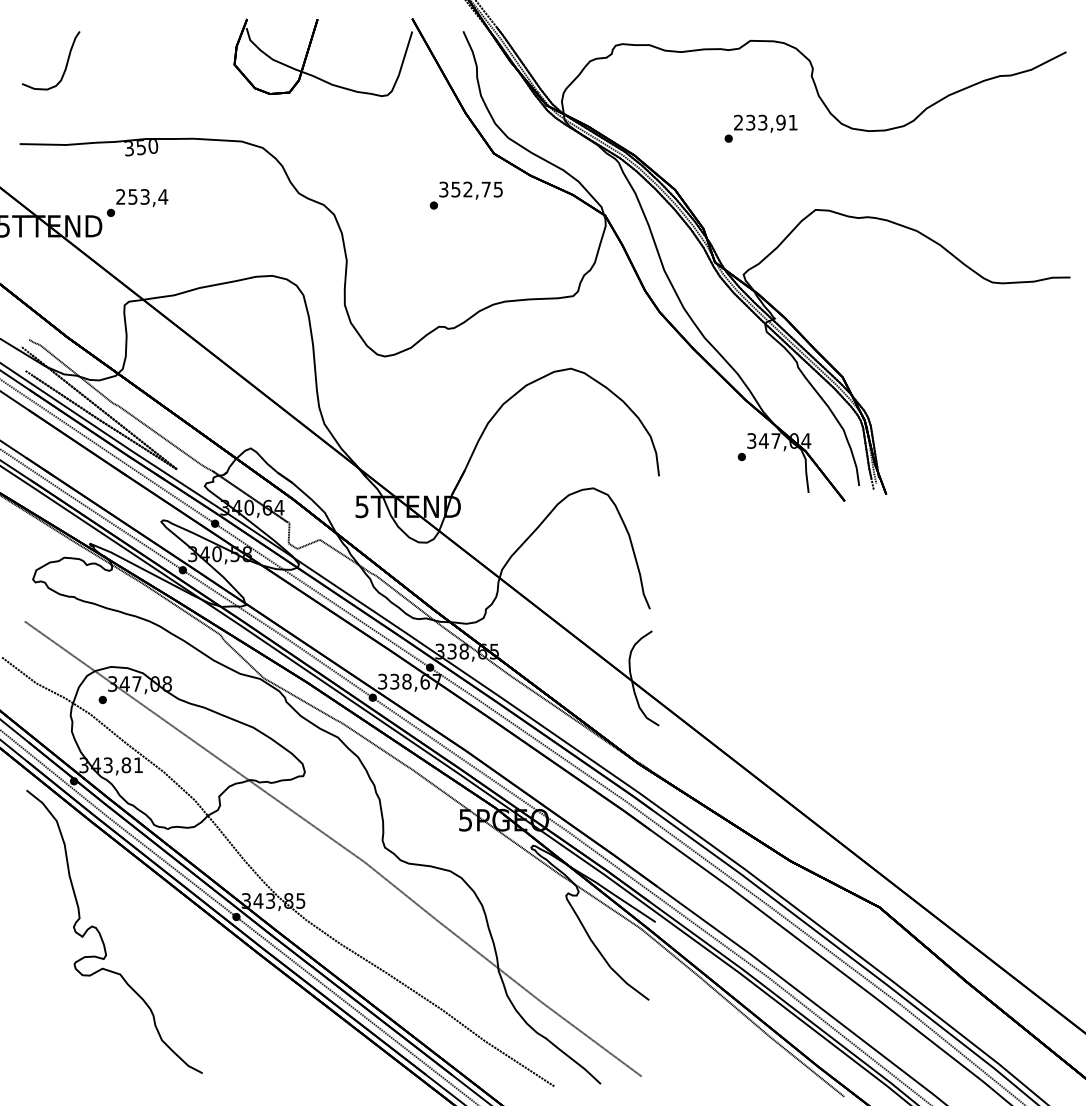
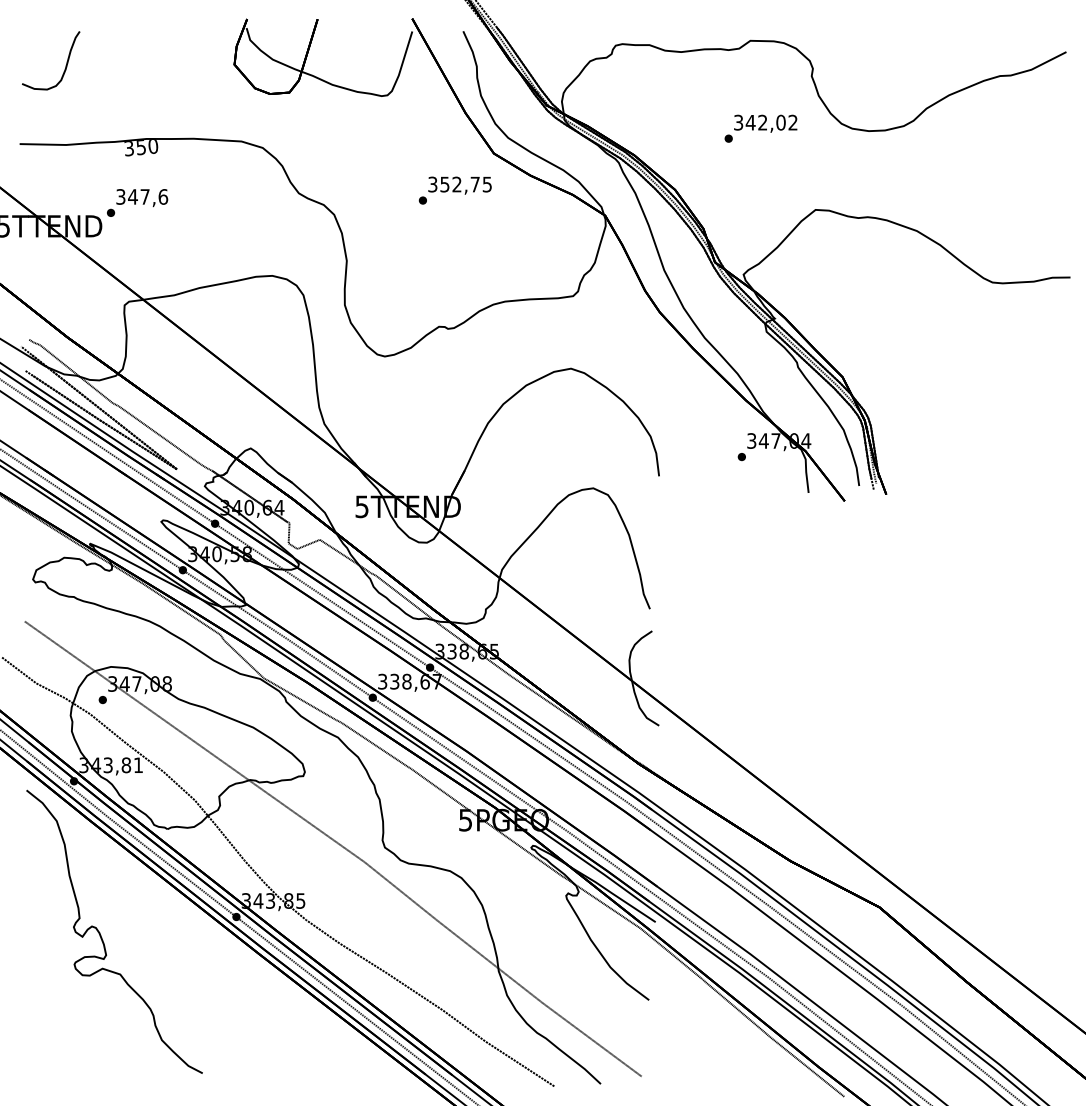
text at (765, 122): 233,91 -> 342,02
text at (465, 195) position: (465, 195) -> (454, 190)
text at (142, 196): 253,4 -> 347,6
